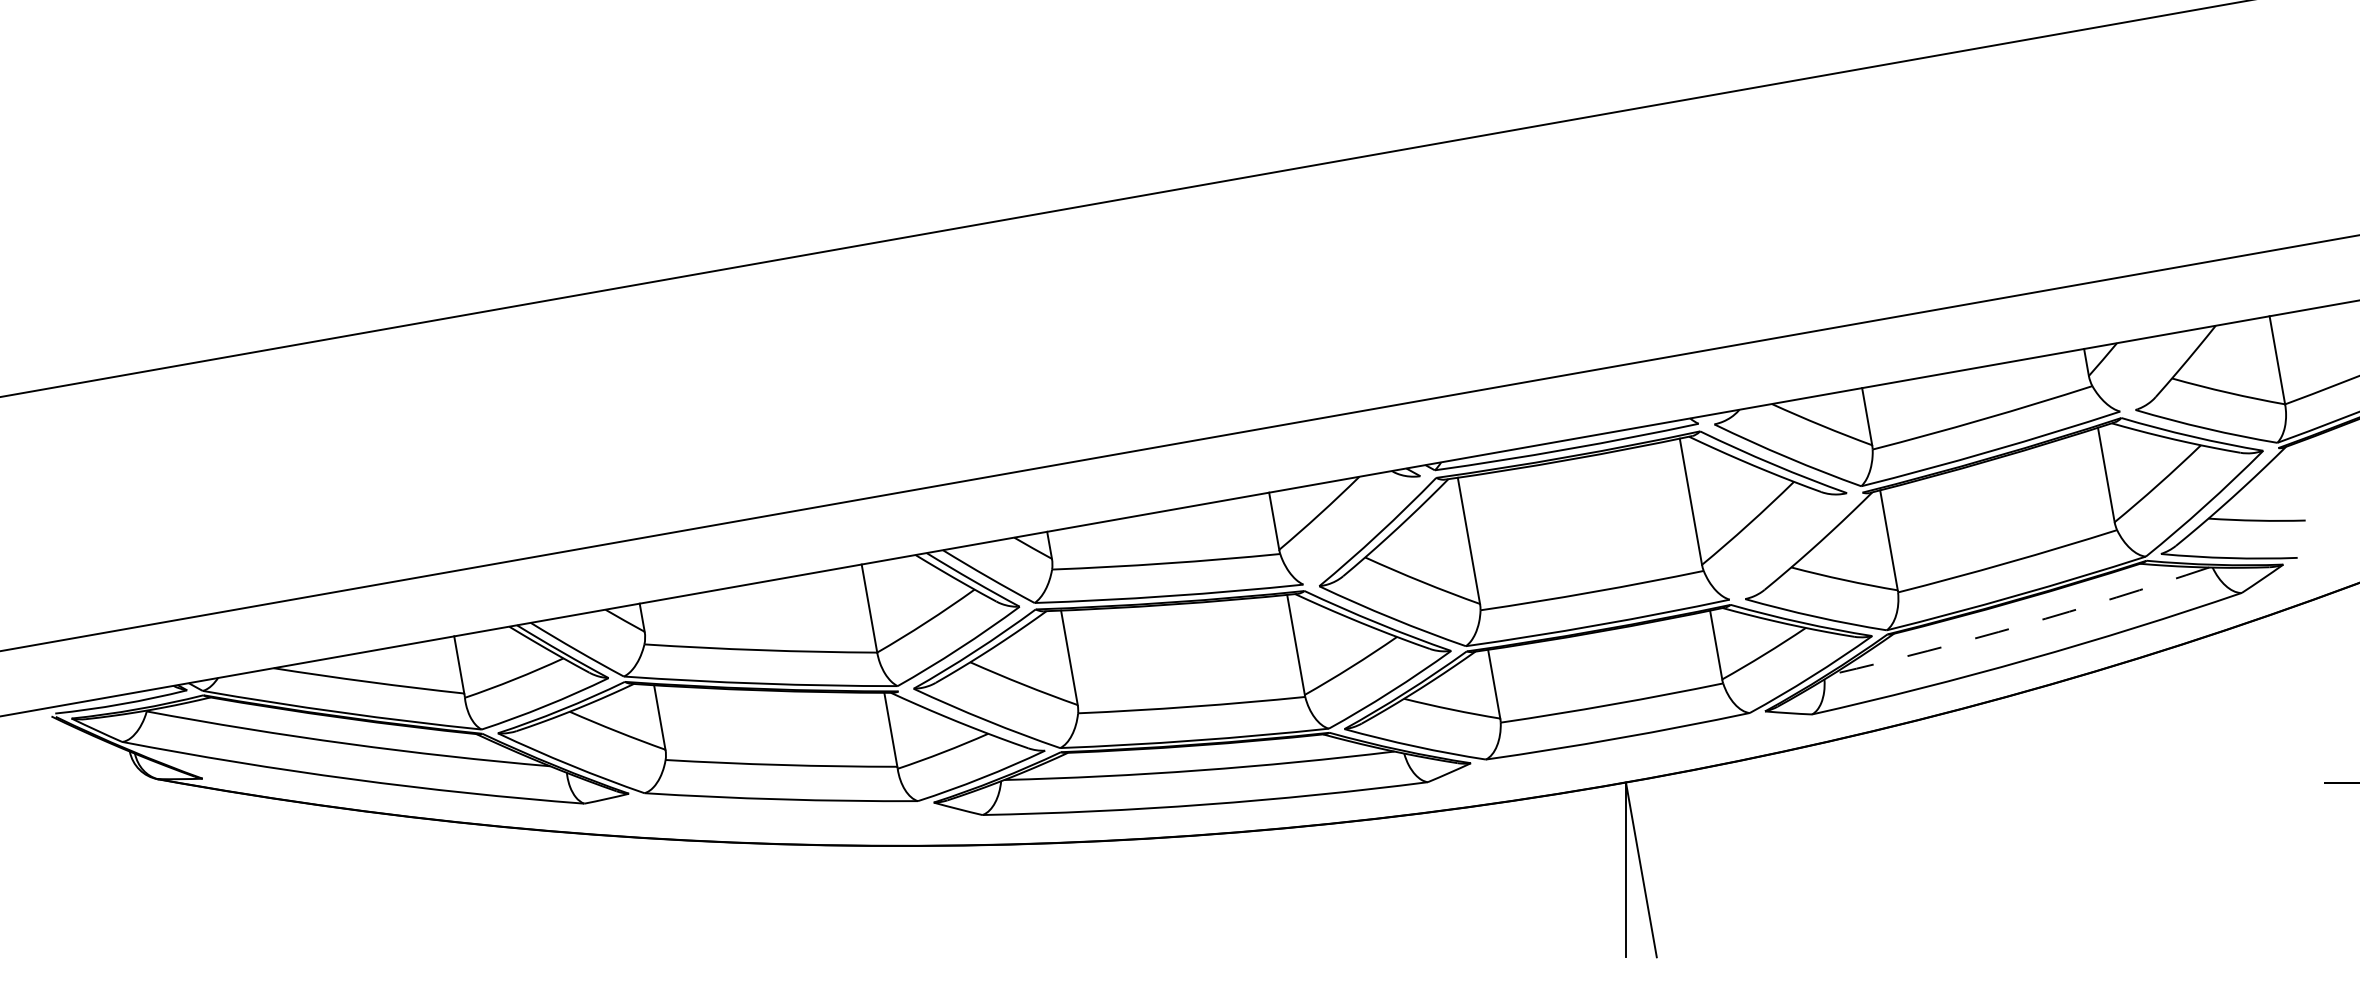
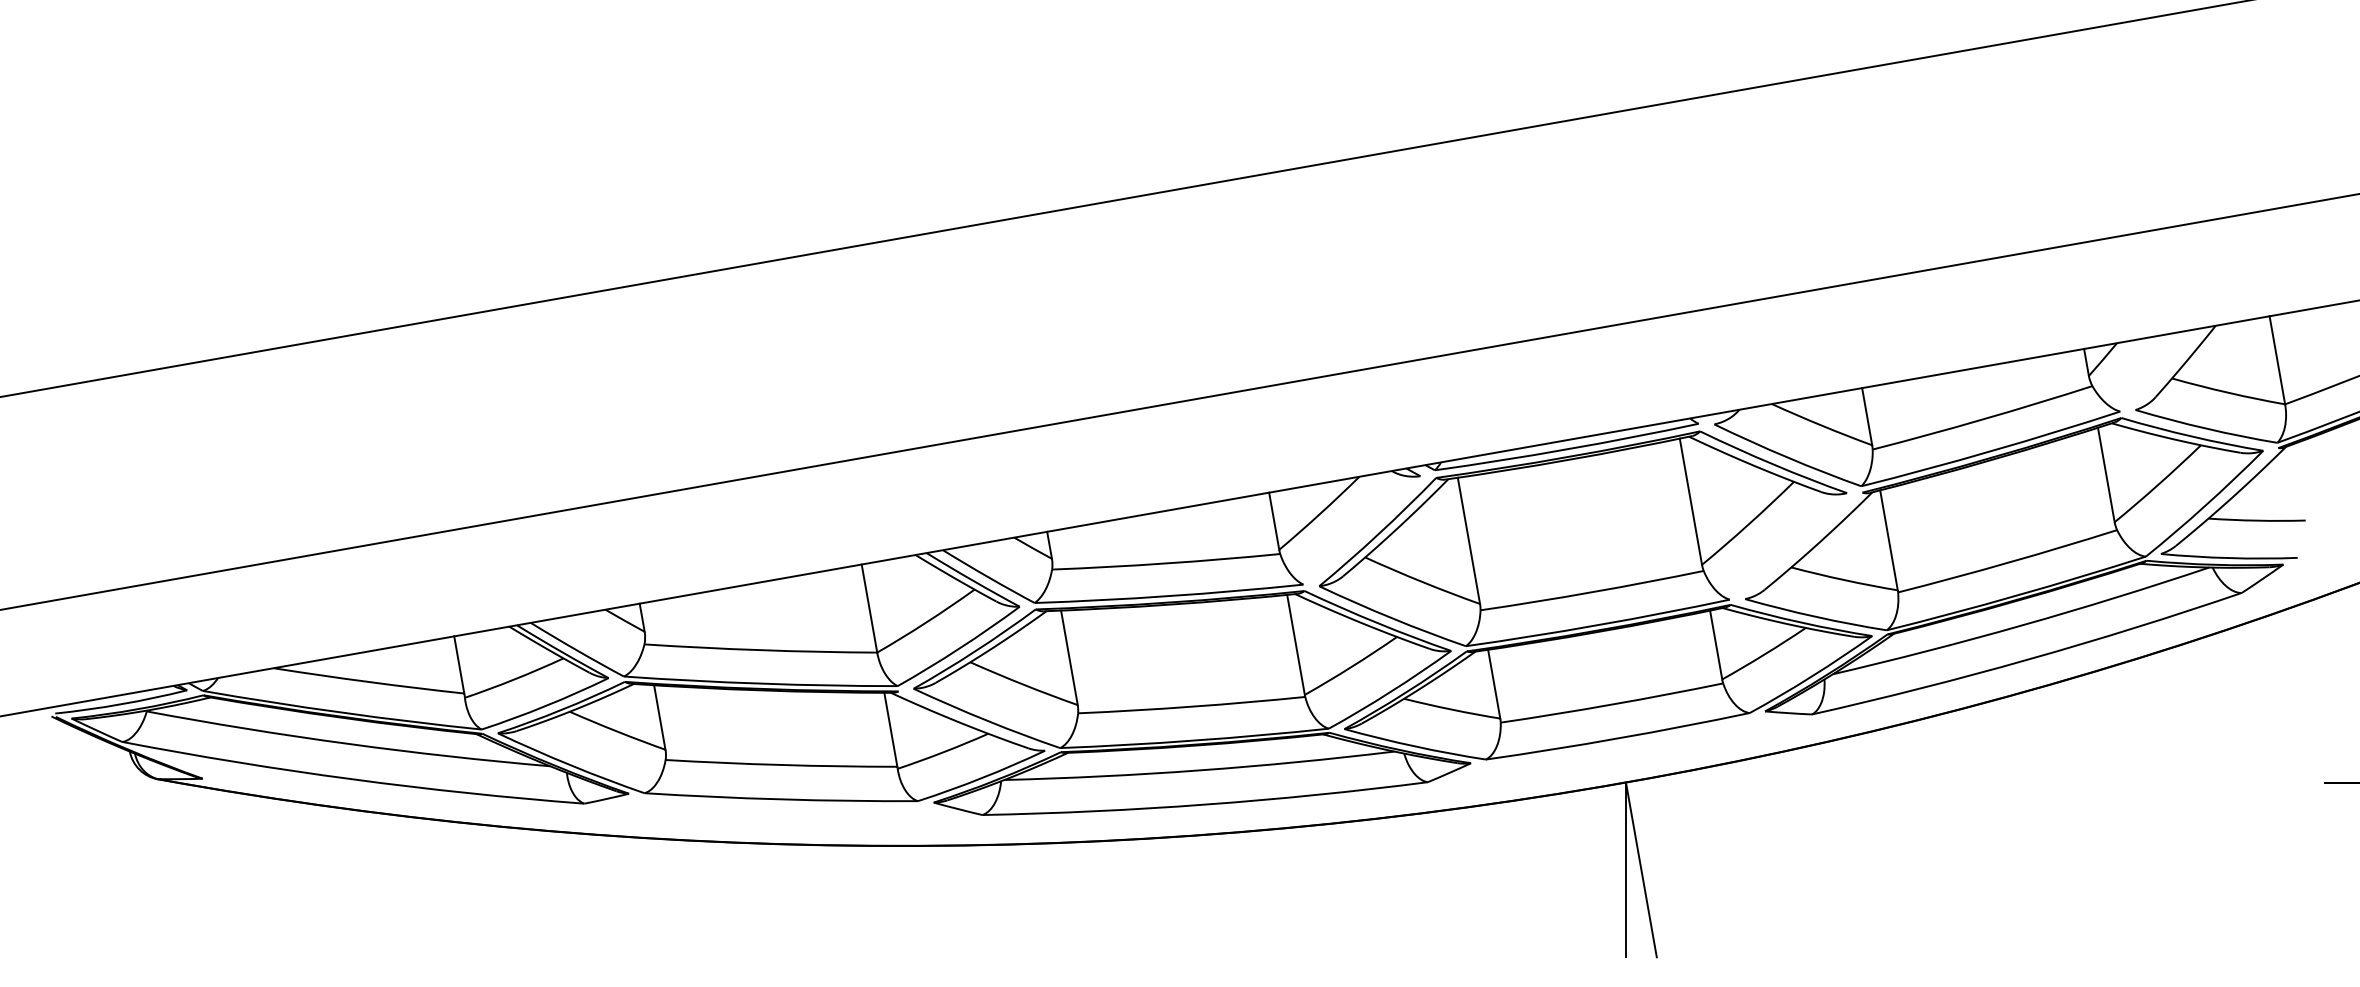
line at (1179, 442) position: (1179, 442) -> (1179, 401)
arc at (2022, 625): dashed -> solid
